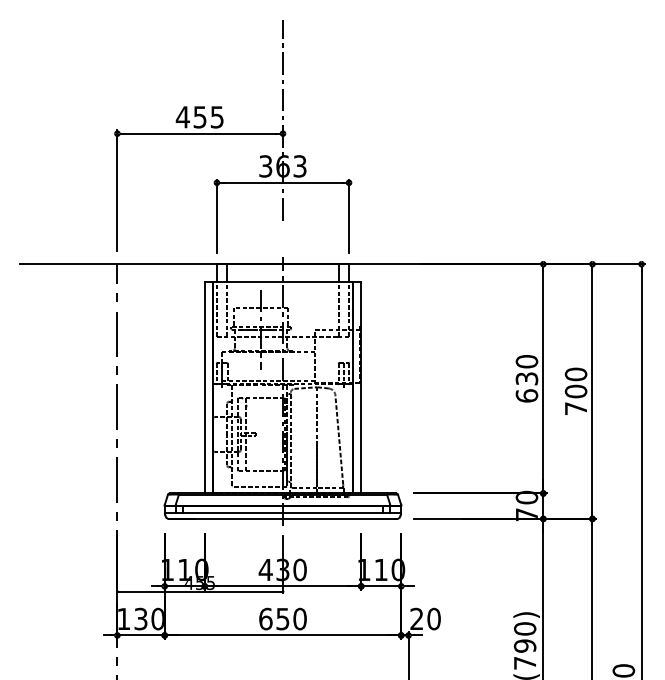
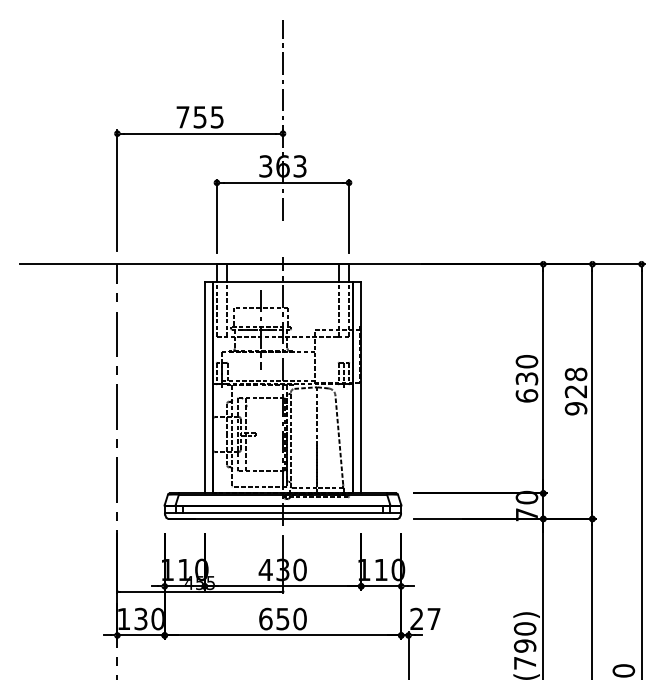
text at (182, 117): 455 -> 755
text at (575, 391): 700 -> 928
text at (433, 618): 20 -> 27
